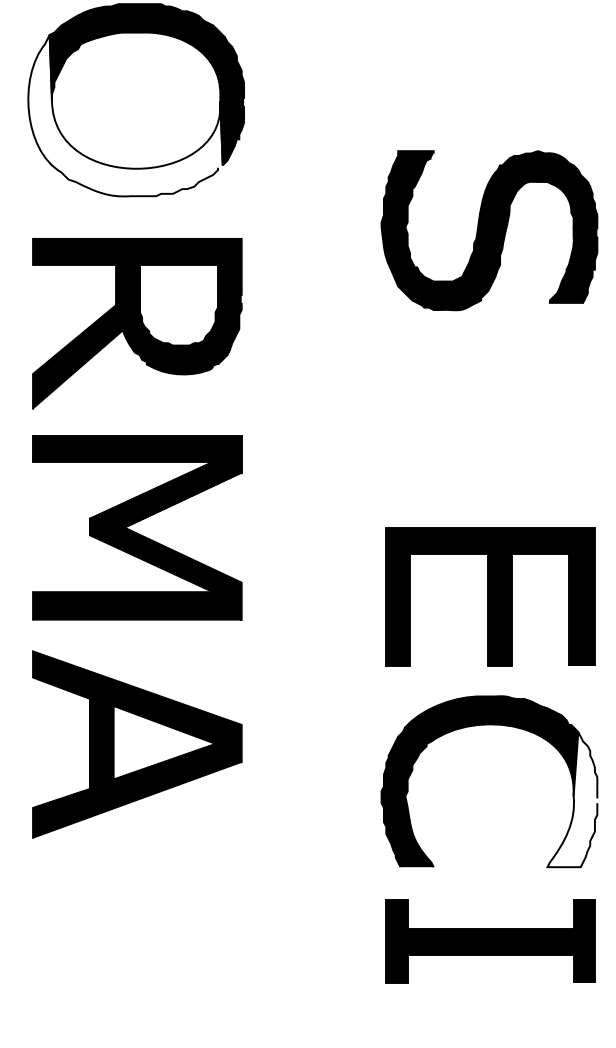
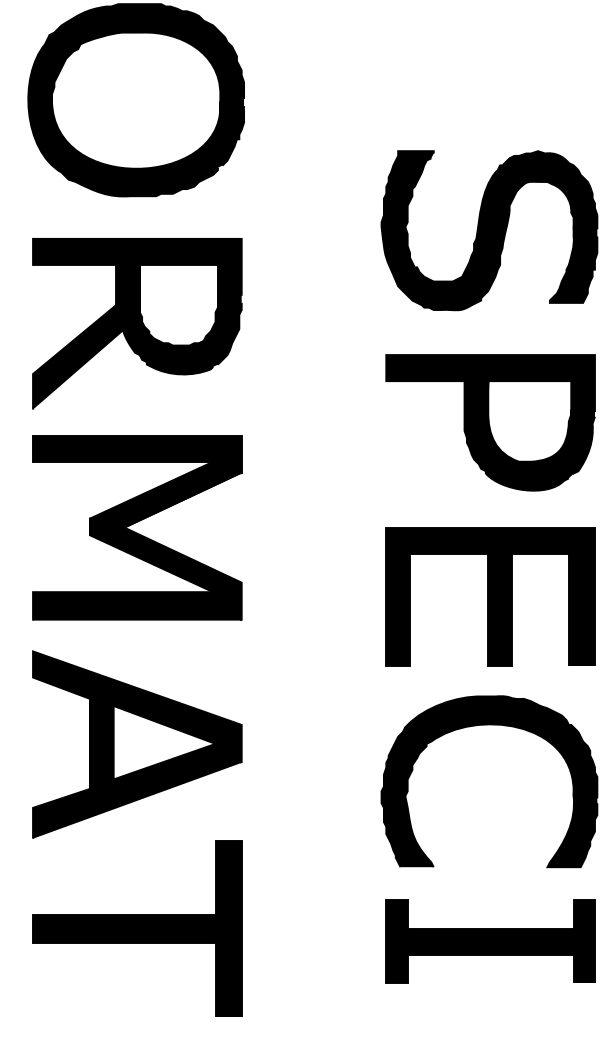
fill at (125, 115): none -> present
part at (490, 422): none -> present
fill at (572, 799): none -> present
part at (137, 928): none -> present
